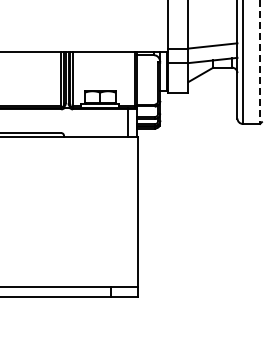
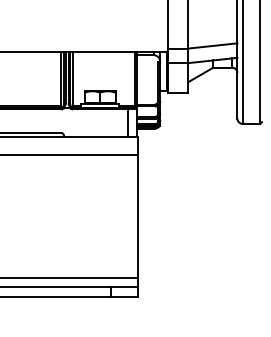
line at (260, 62): dashed -> solid
line at (70, 154): none -> present
line at (70, 278): none -> present
